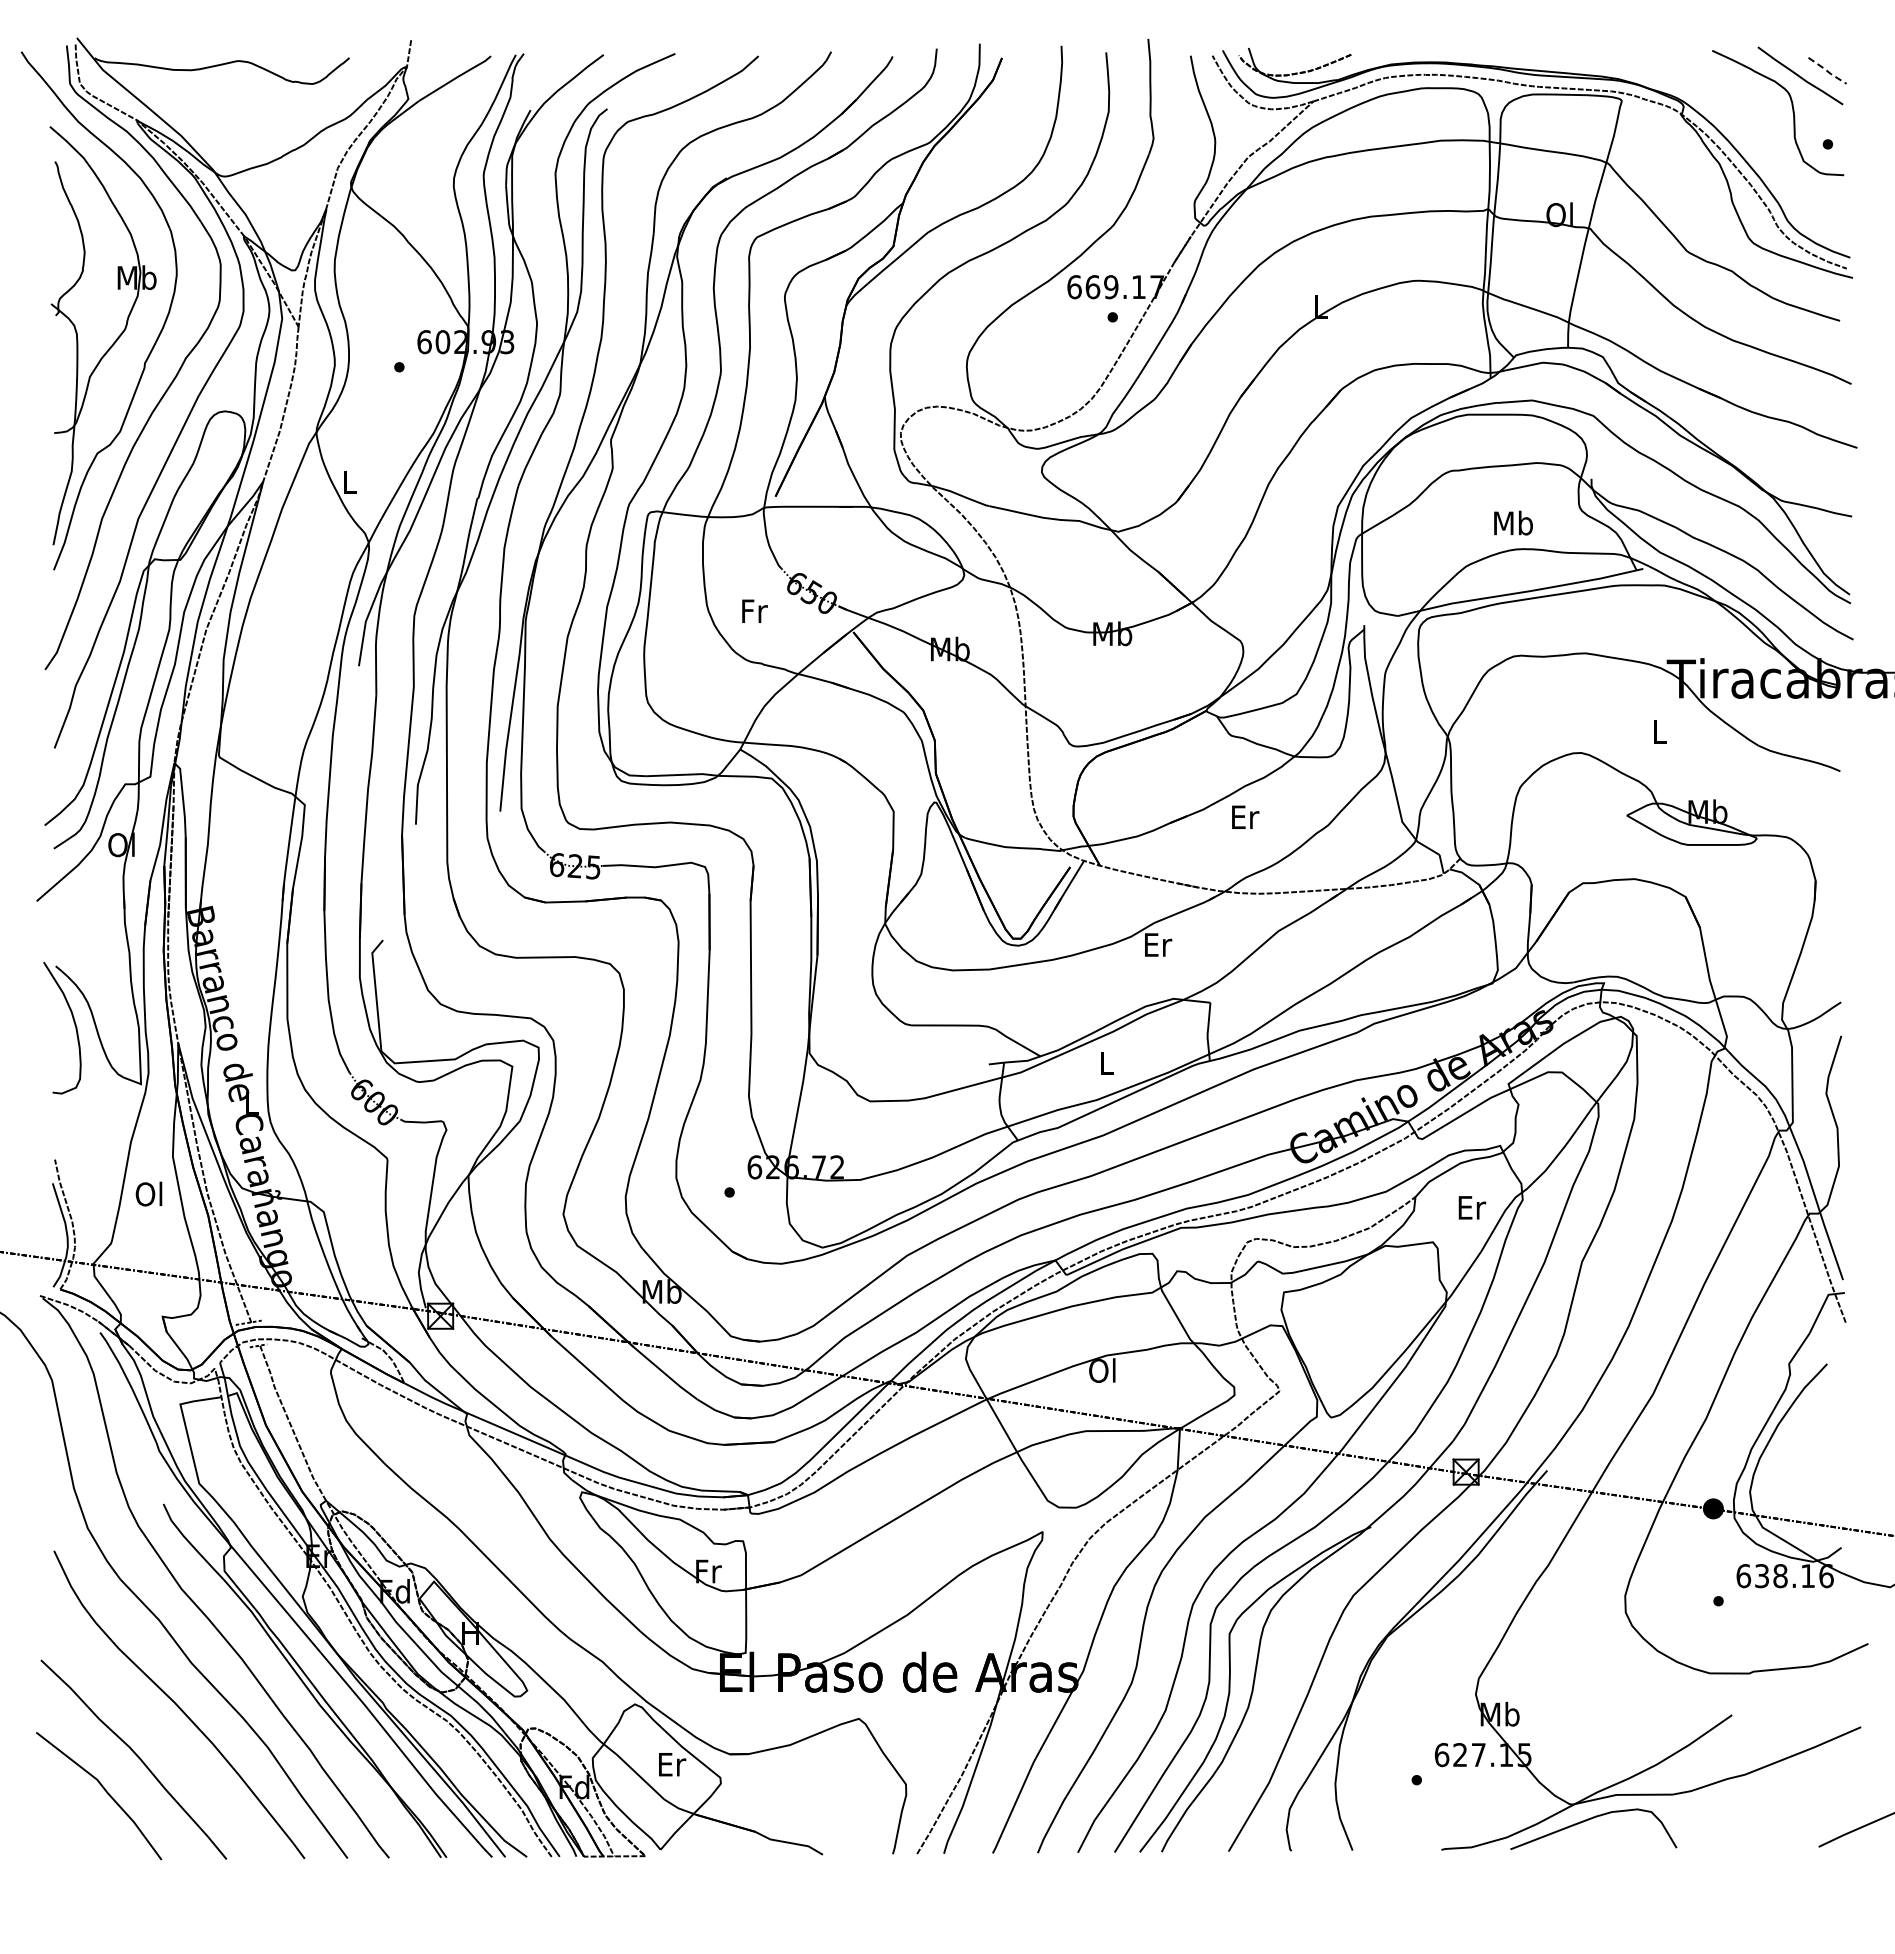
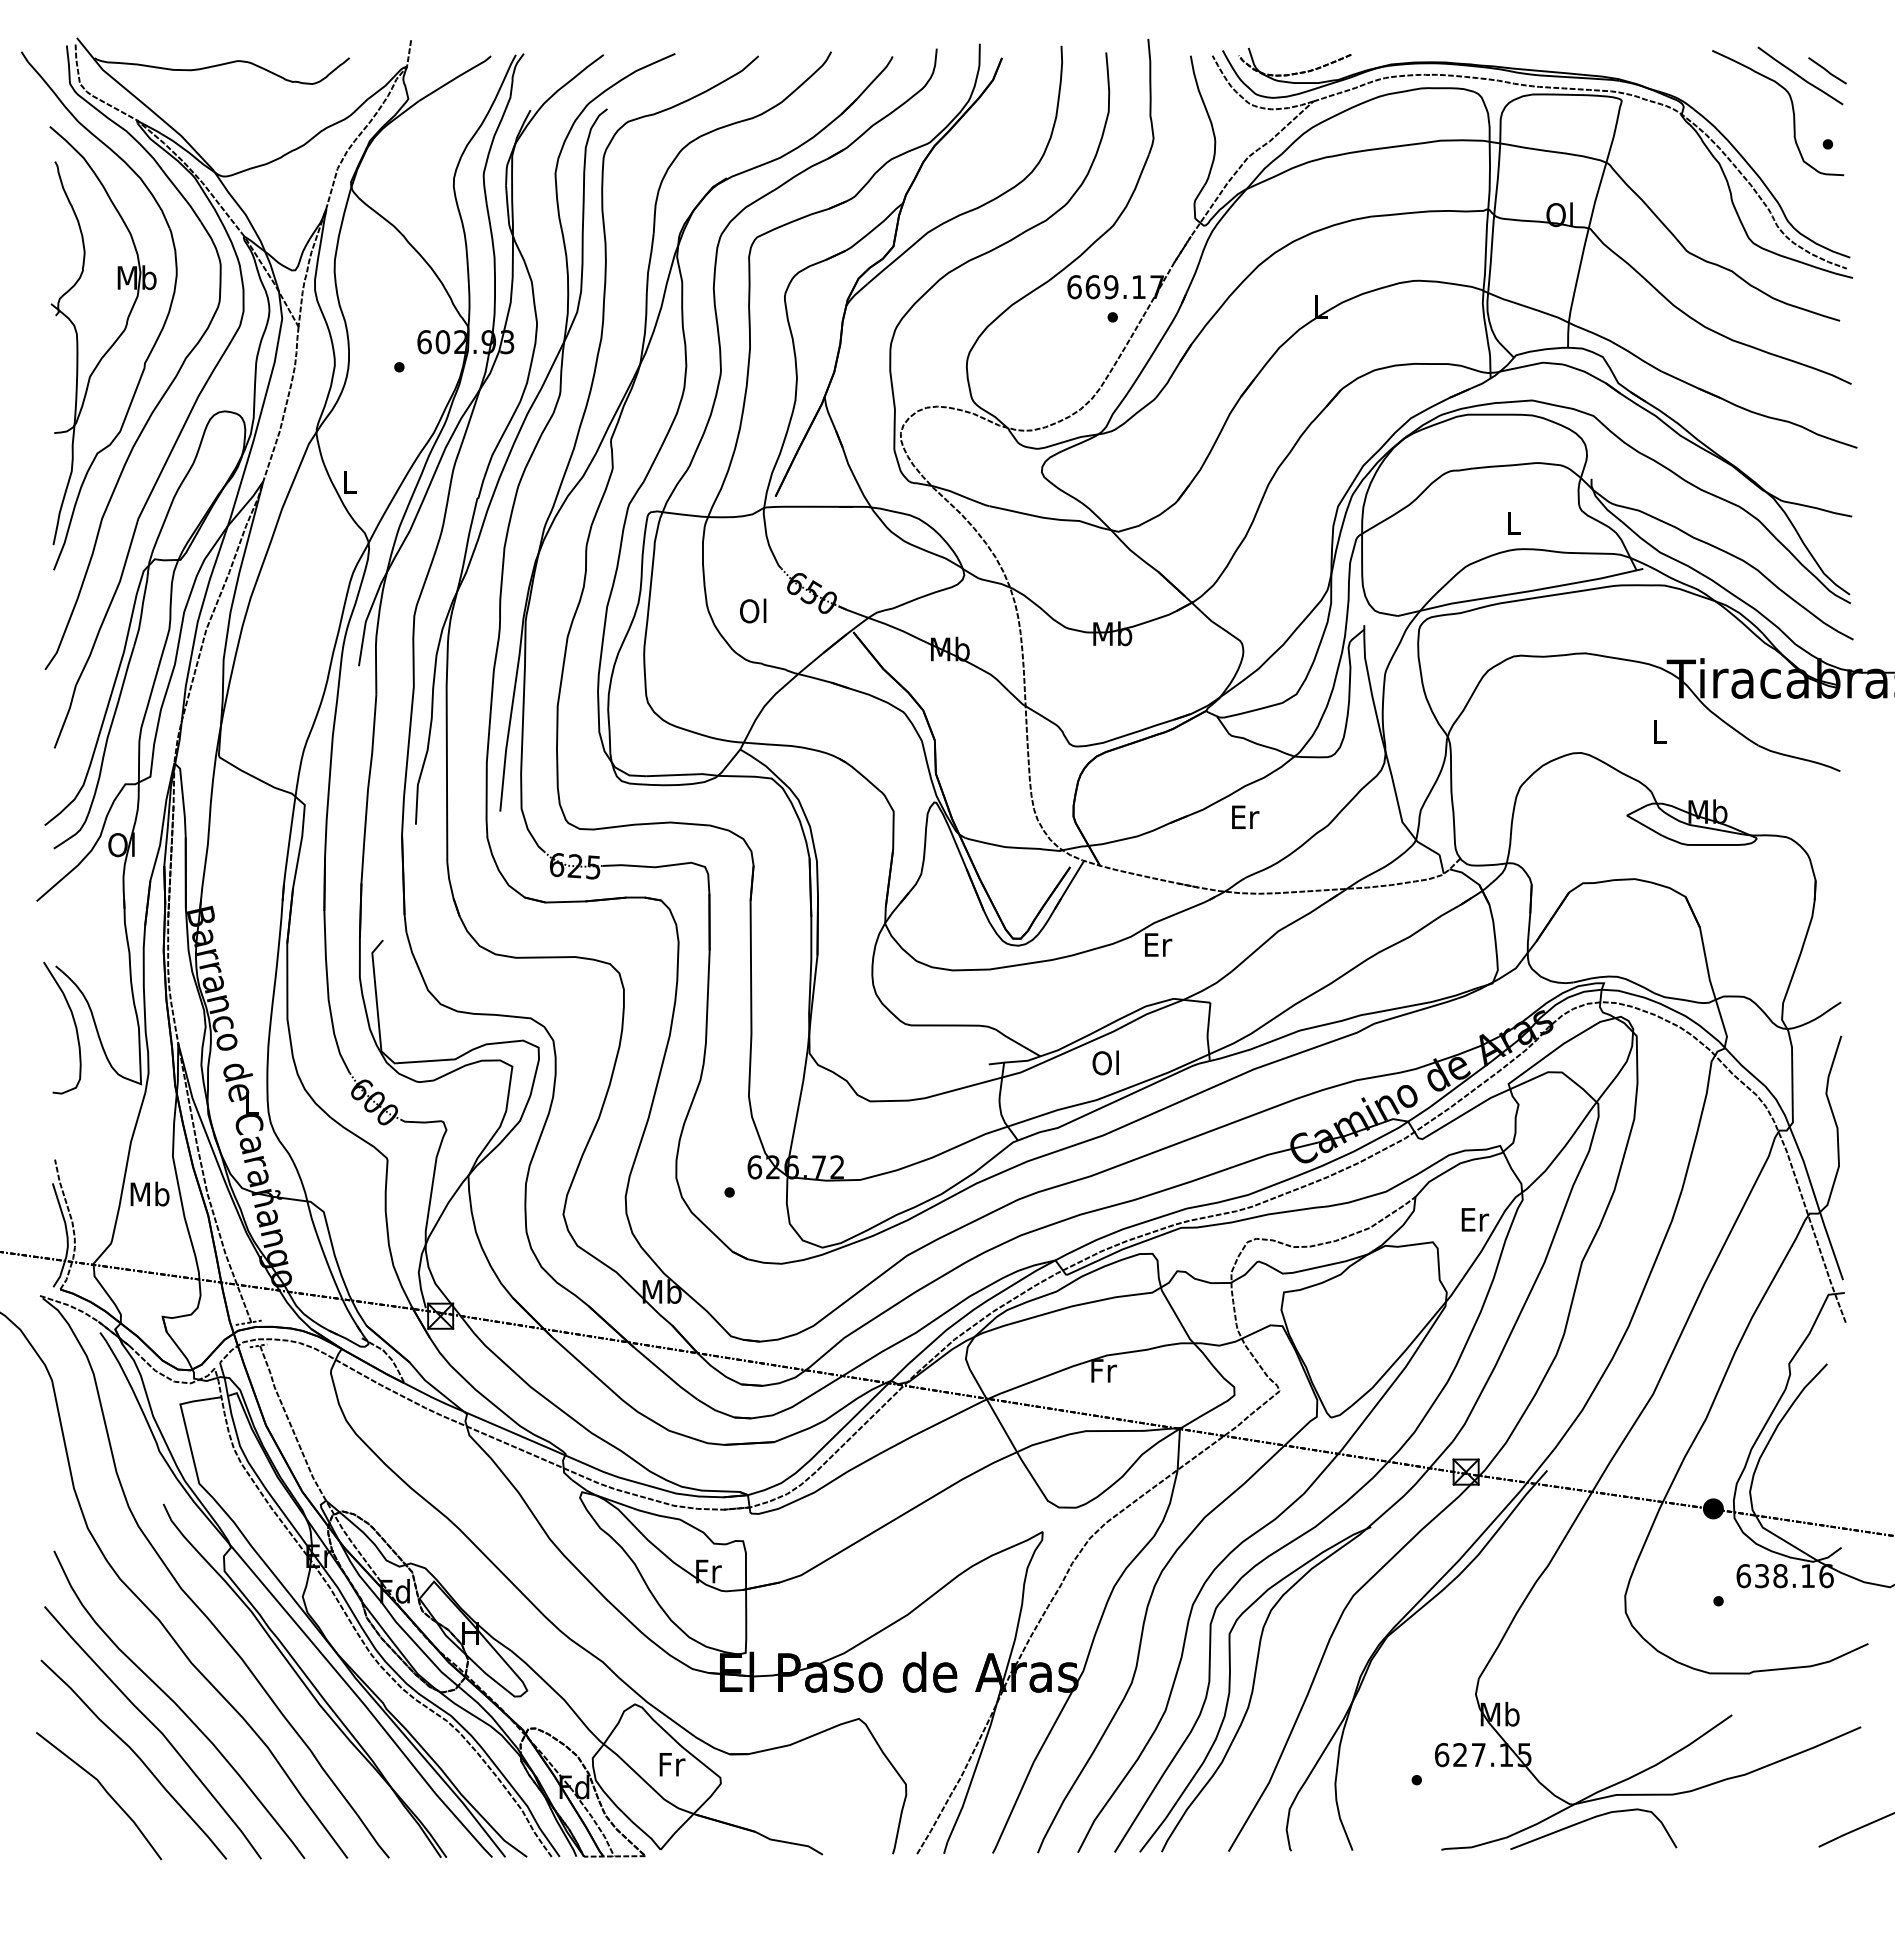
line at (1827, 71): dashed -> solid
text at (1513, 522): Mb -> L
text at (753, 610): Fr -> Ol
text at (1105, 1062): L -> Ol
text at (149, 1193): Ol -> Mb
text at (1472, 1207) position: (1472, 1207) -> (1475, 1219)
text at (1103, 1370): Ol -> Fr
curve at (155, 1728): none -> present
text at (672, 1764): Er -> Fr
